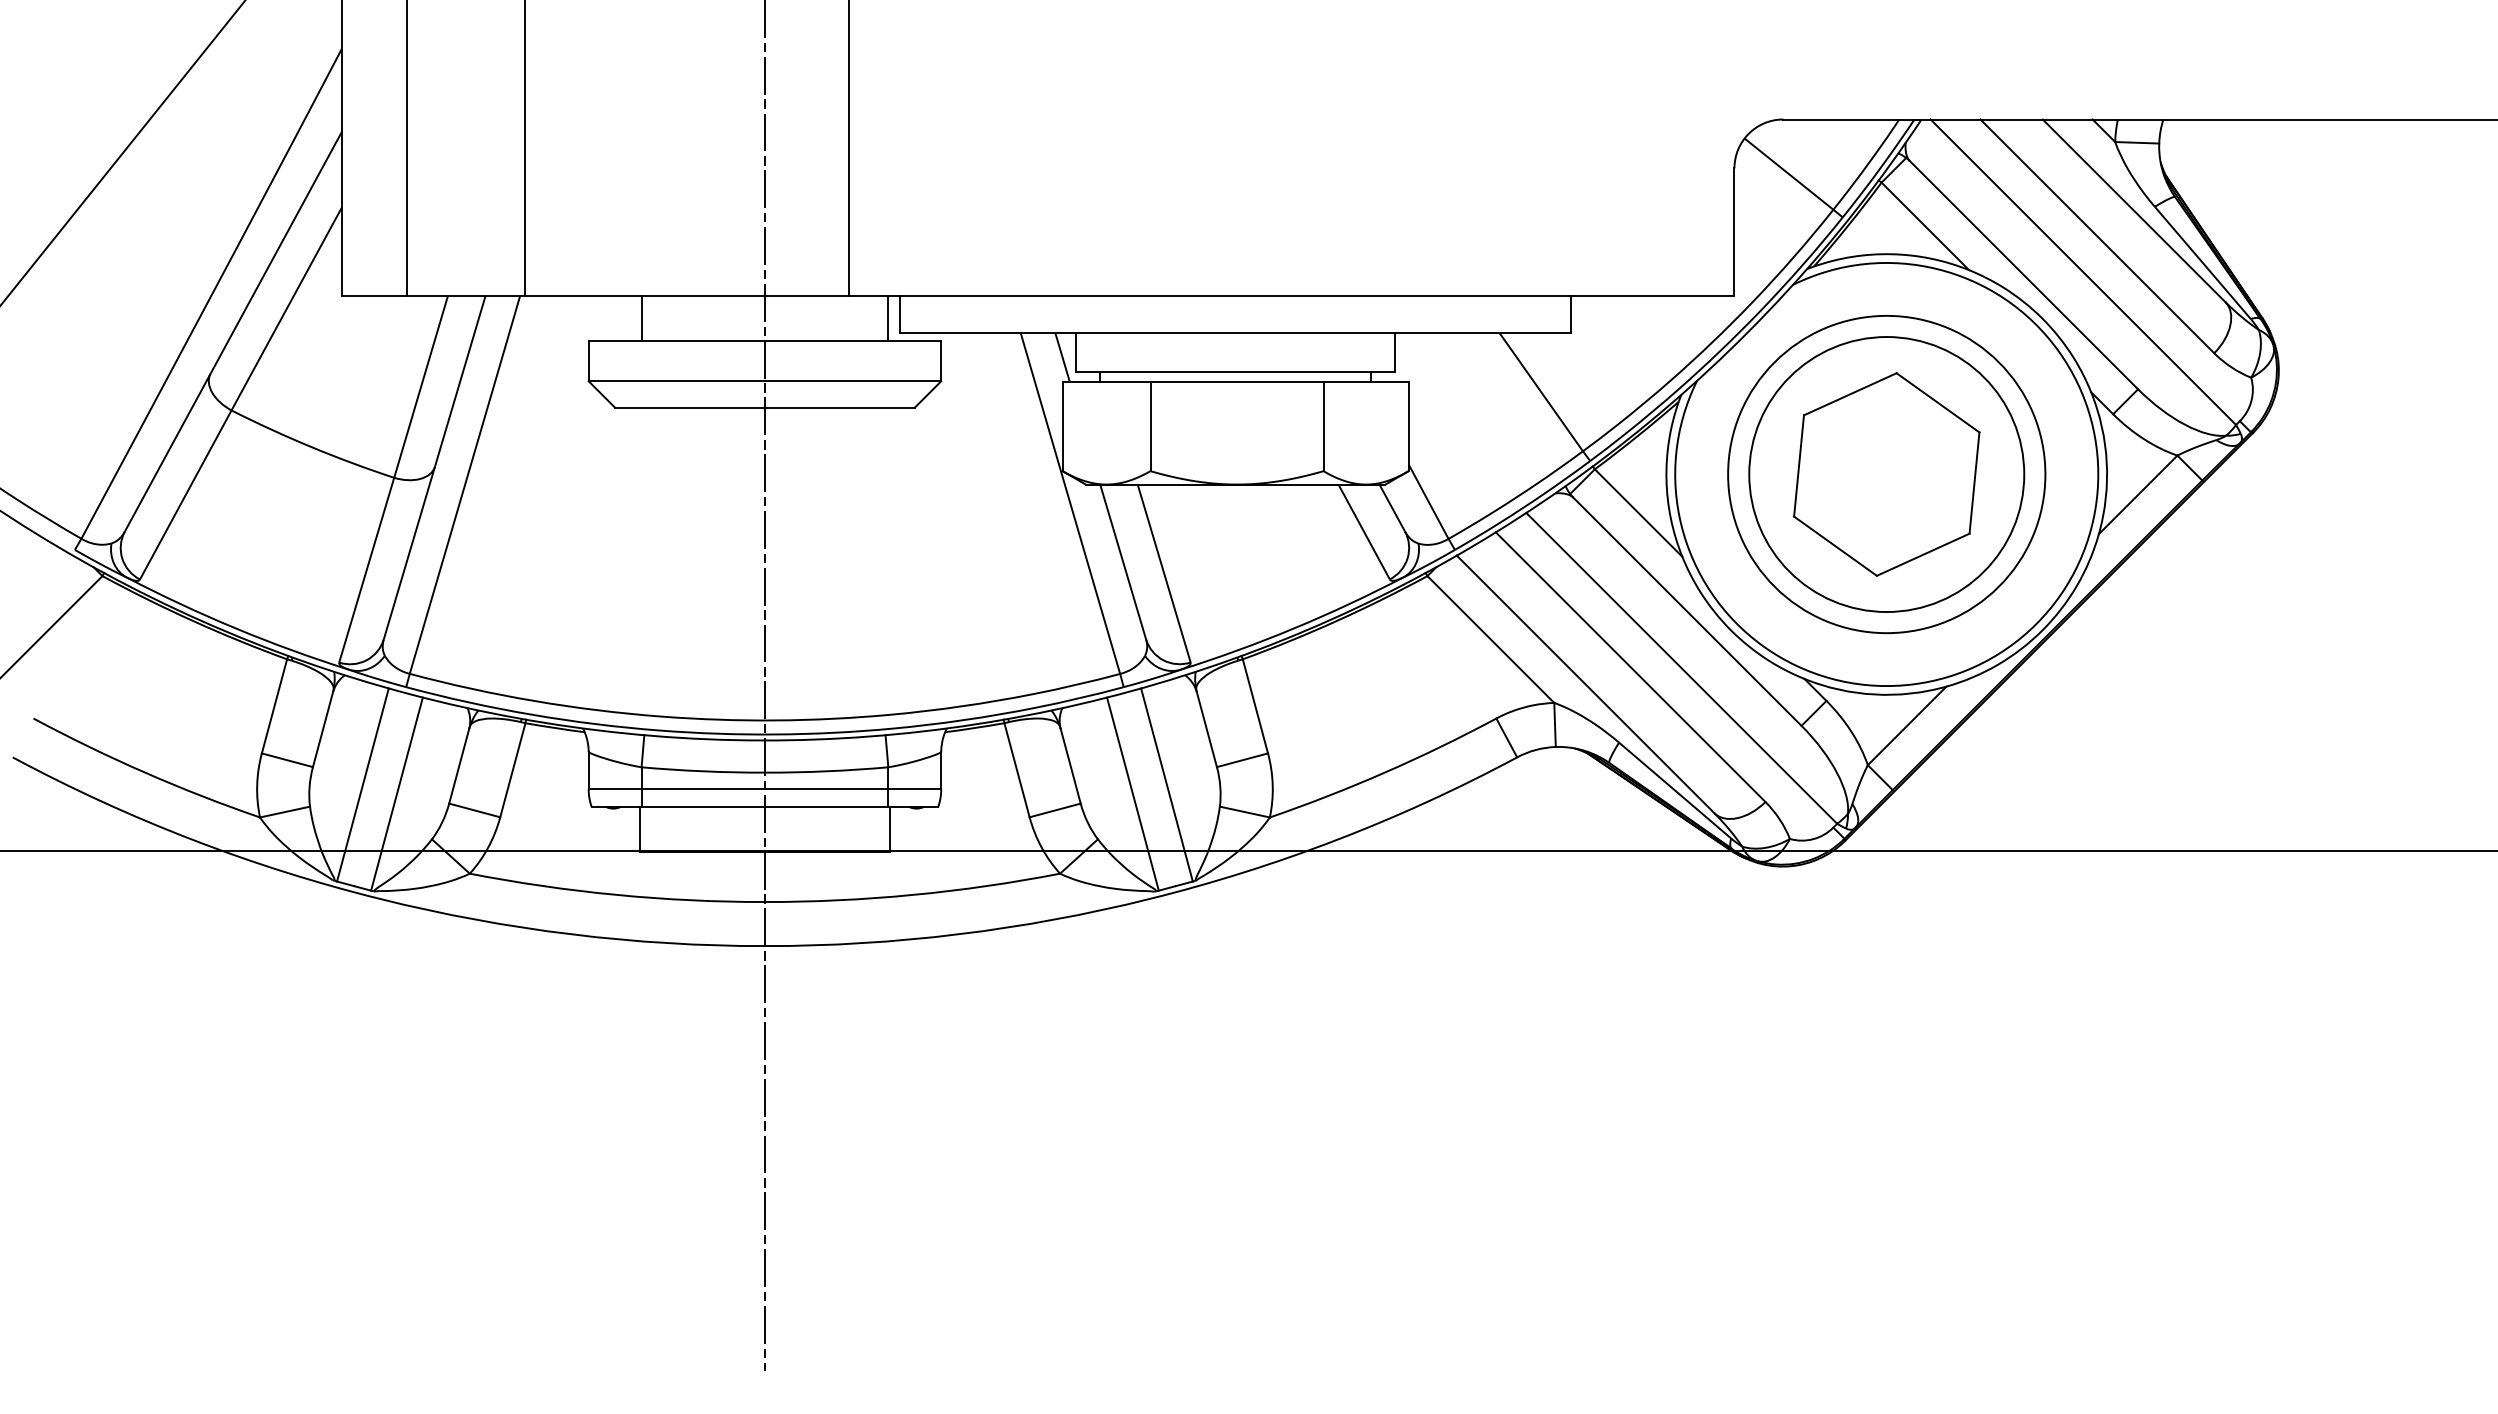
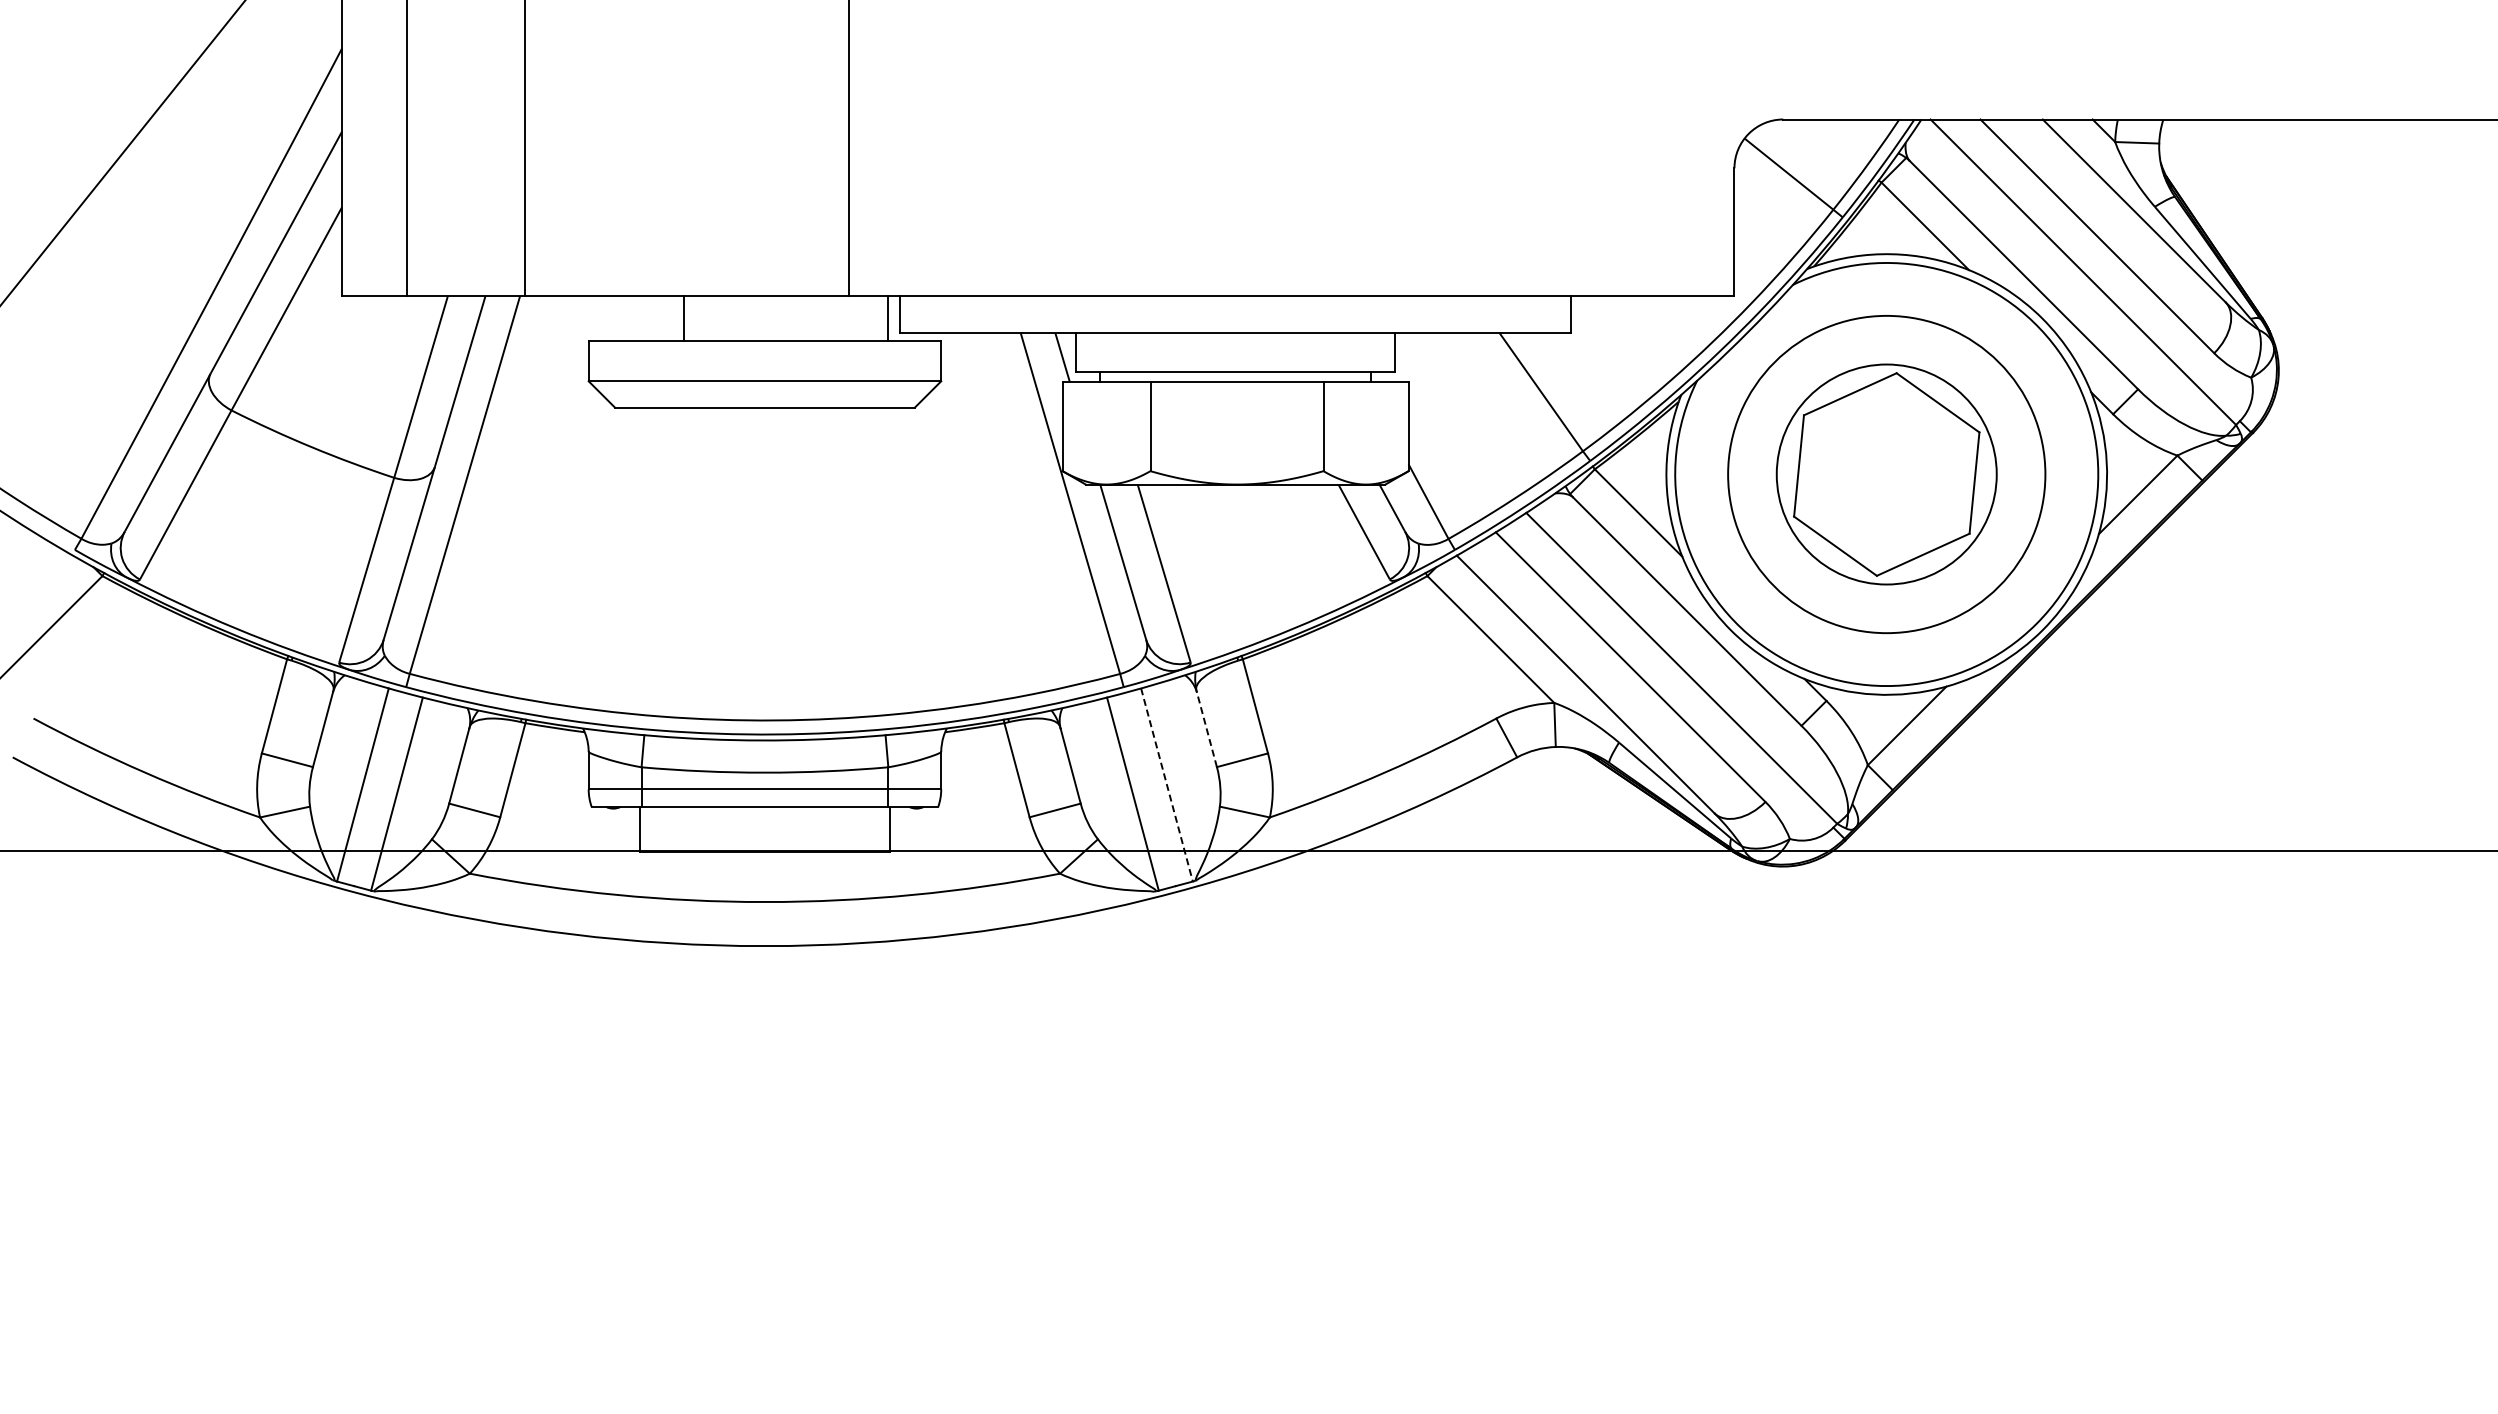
line at (641, 317) position: (641, 317) -> (683, 317)
circle at (1886, 474) diameter: 275 px -> 220 px
line at (764, 686): present -> none
line at (1206, 729): solid -> dashed
line at (1166, 785): solid -> dashed
